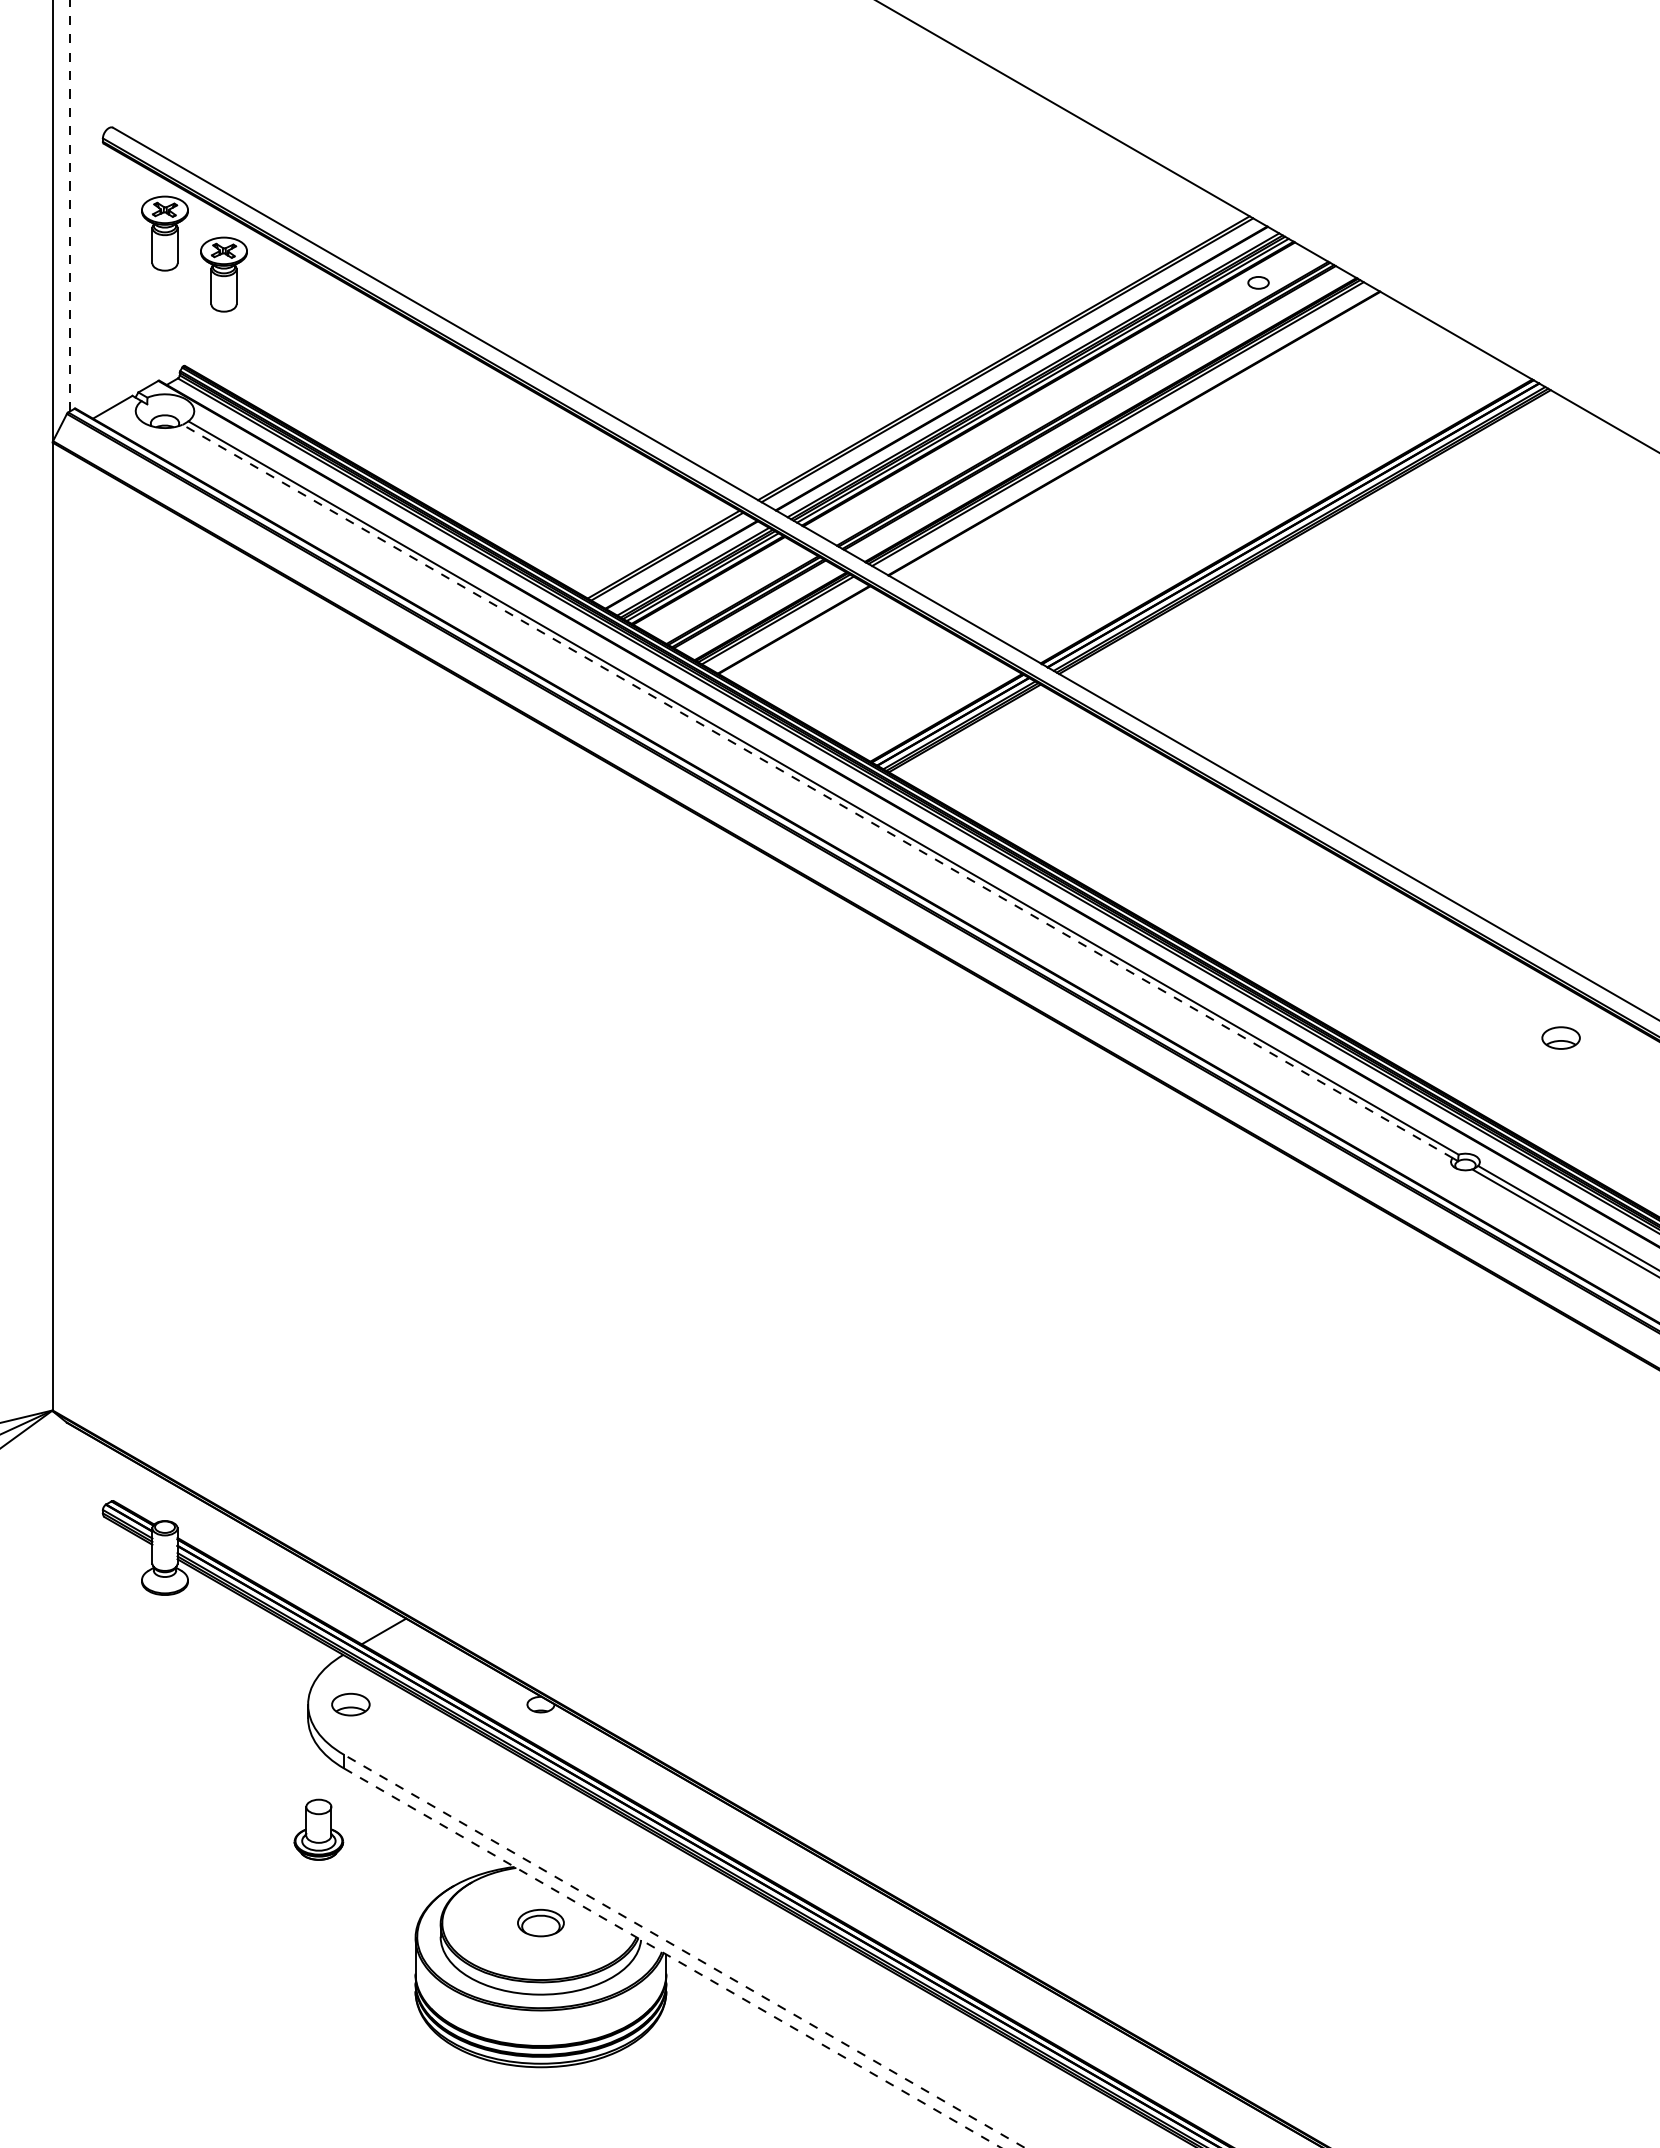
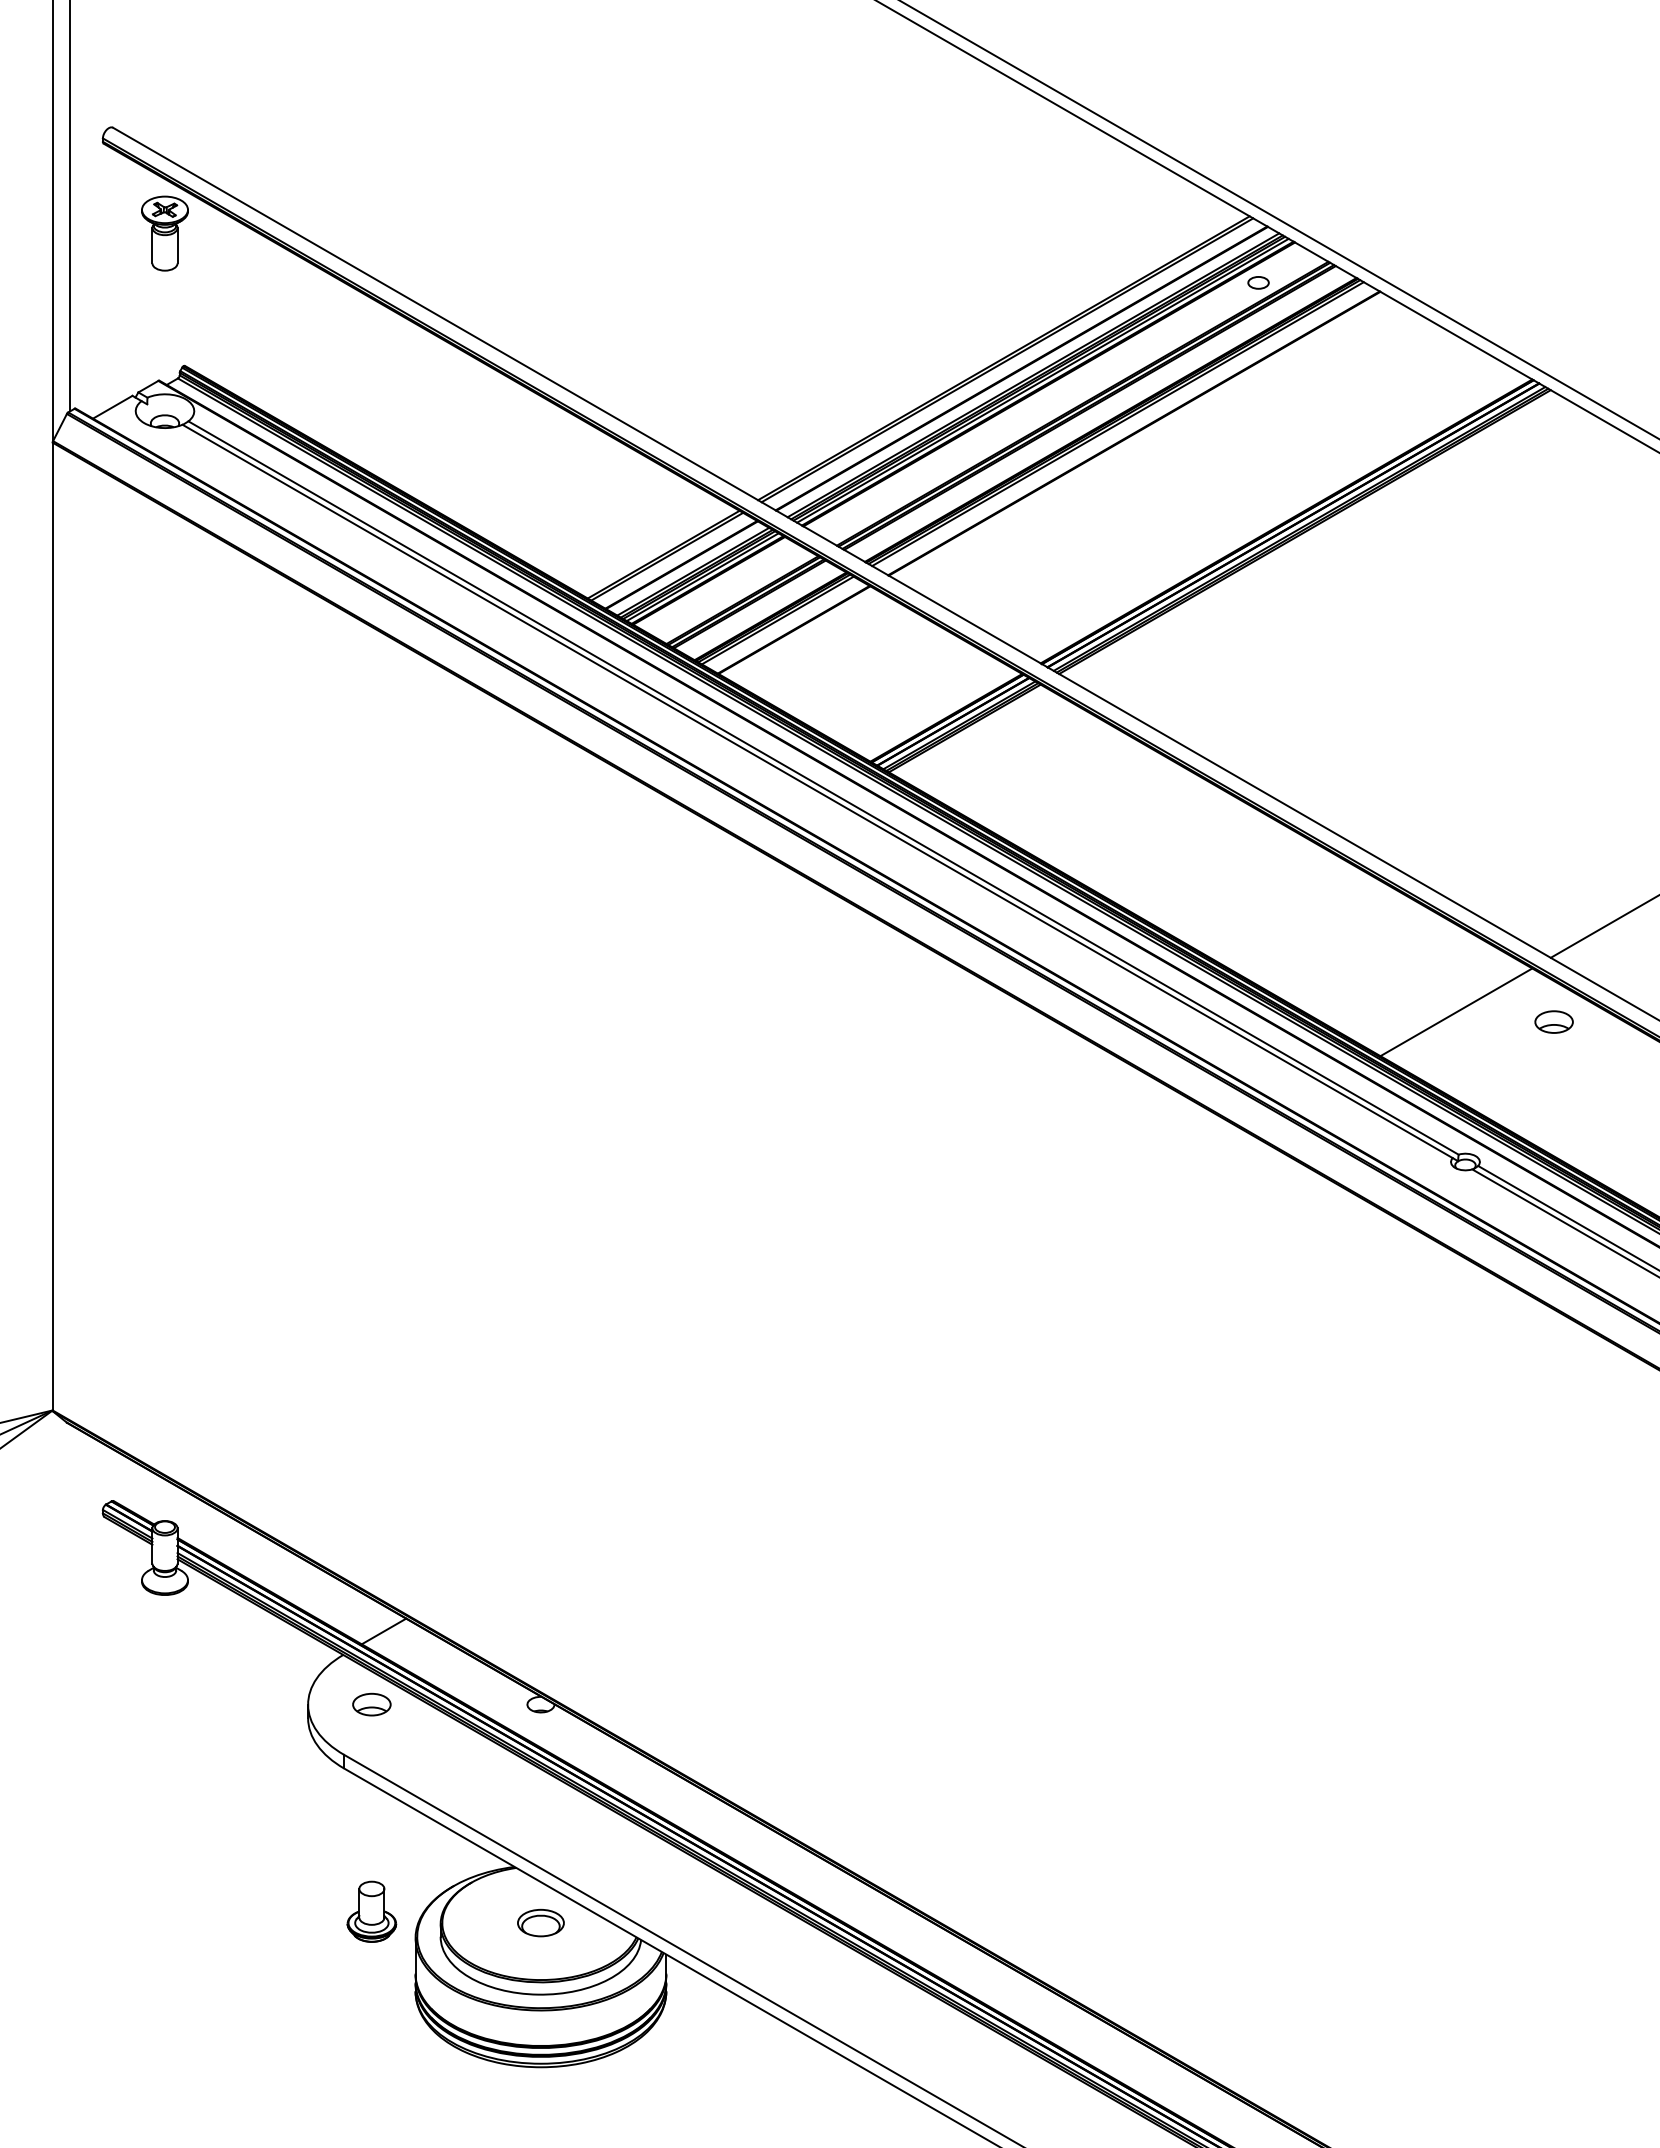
line at (70, 205): dashed -> solid
line at (1279, 219): none -> present
part at (223, 274): present -> none
line at (817, 791): dashed -> solid
line at (1603, 926): none -> present
line at (1456, 1012): none -> present
part at (1560, 1037) position: (1560, 1037) -> (1553, 1021)
part at (350, 1704) position: (350, 1704) -> (371, 1704)
part at (318, 1829) position: (318, 1829) -> (371, 1911)
line at (684, 1951): dashed -> solid
line at (673, 1958): dashed -> solid
